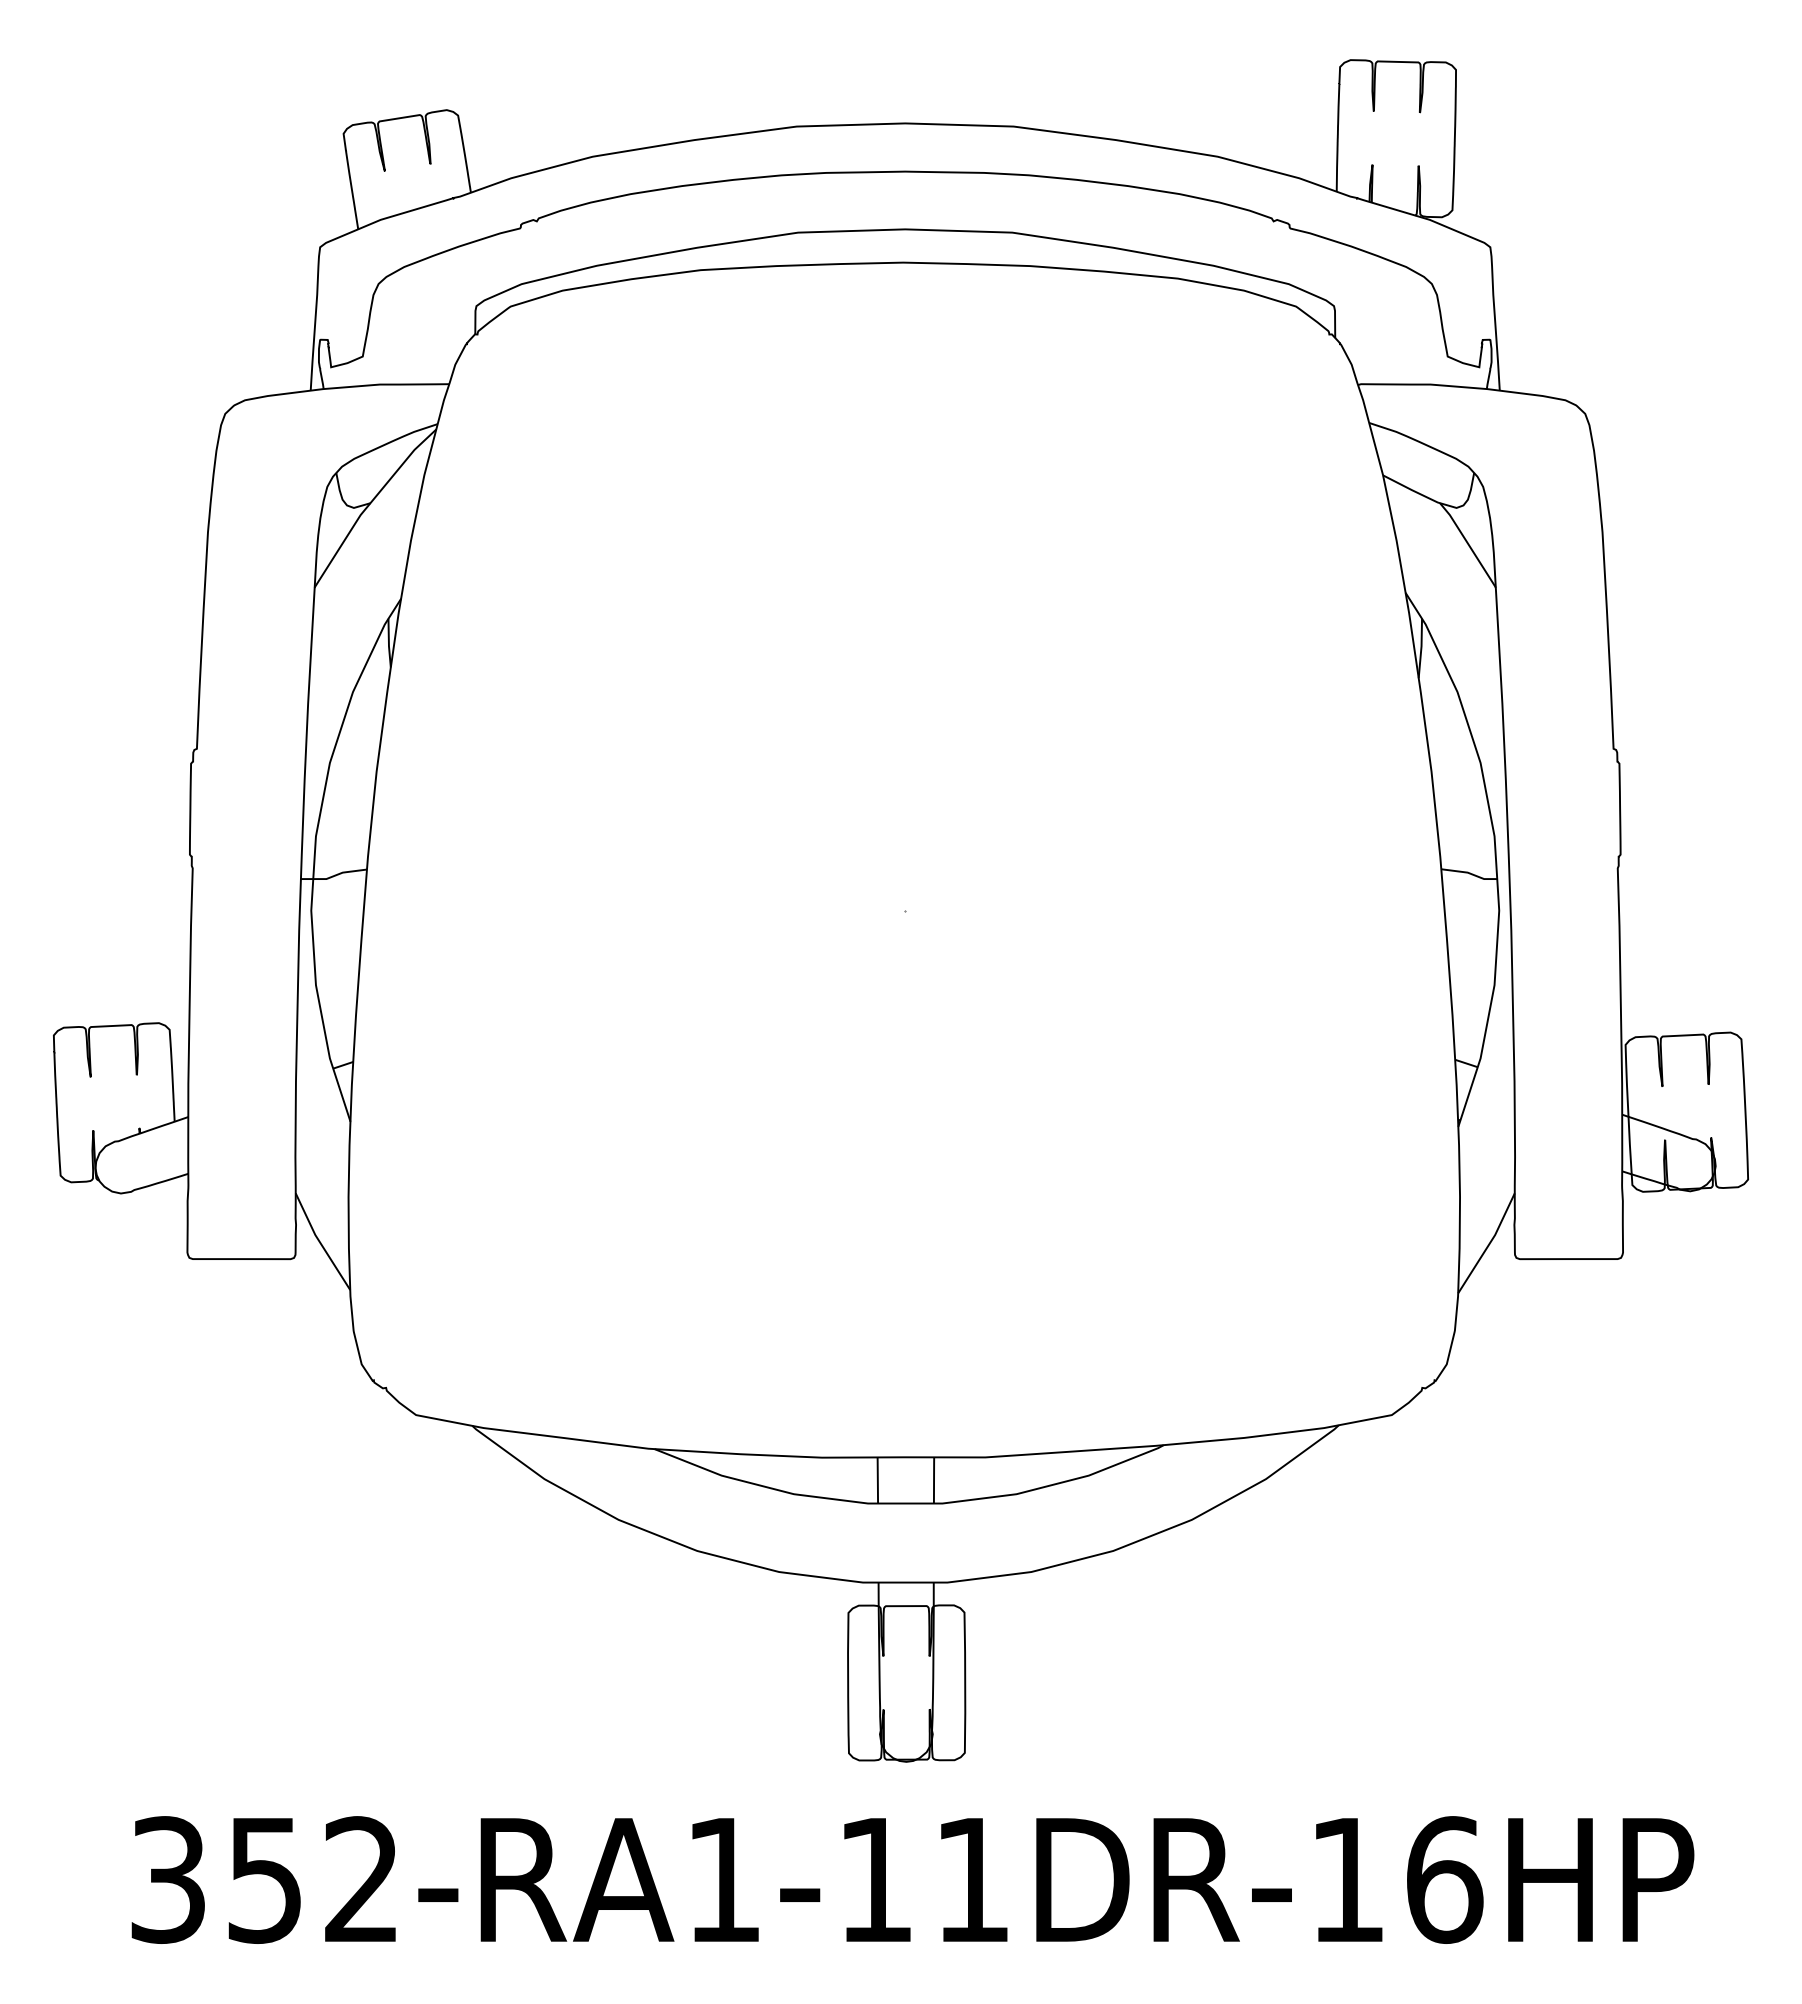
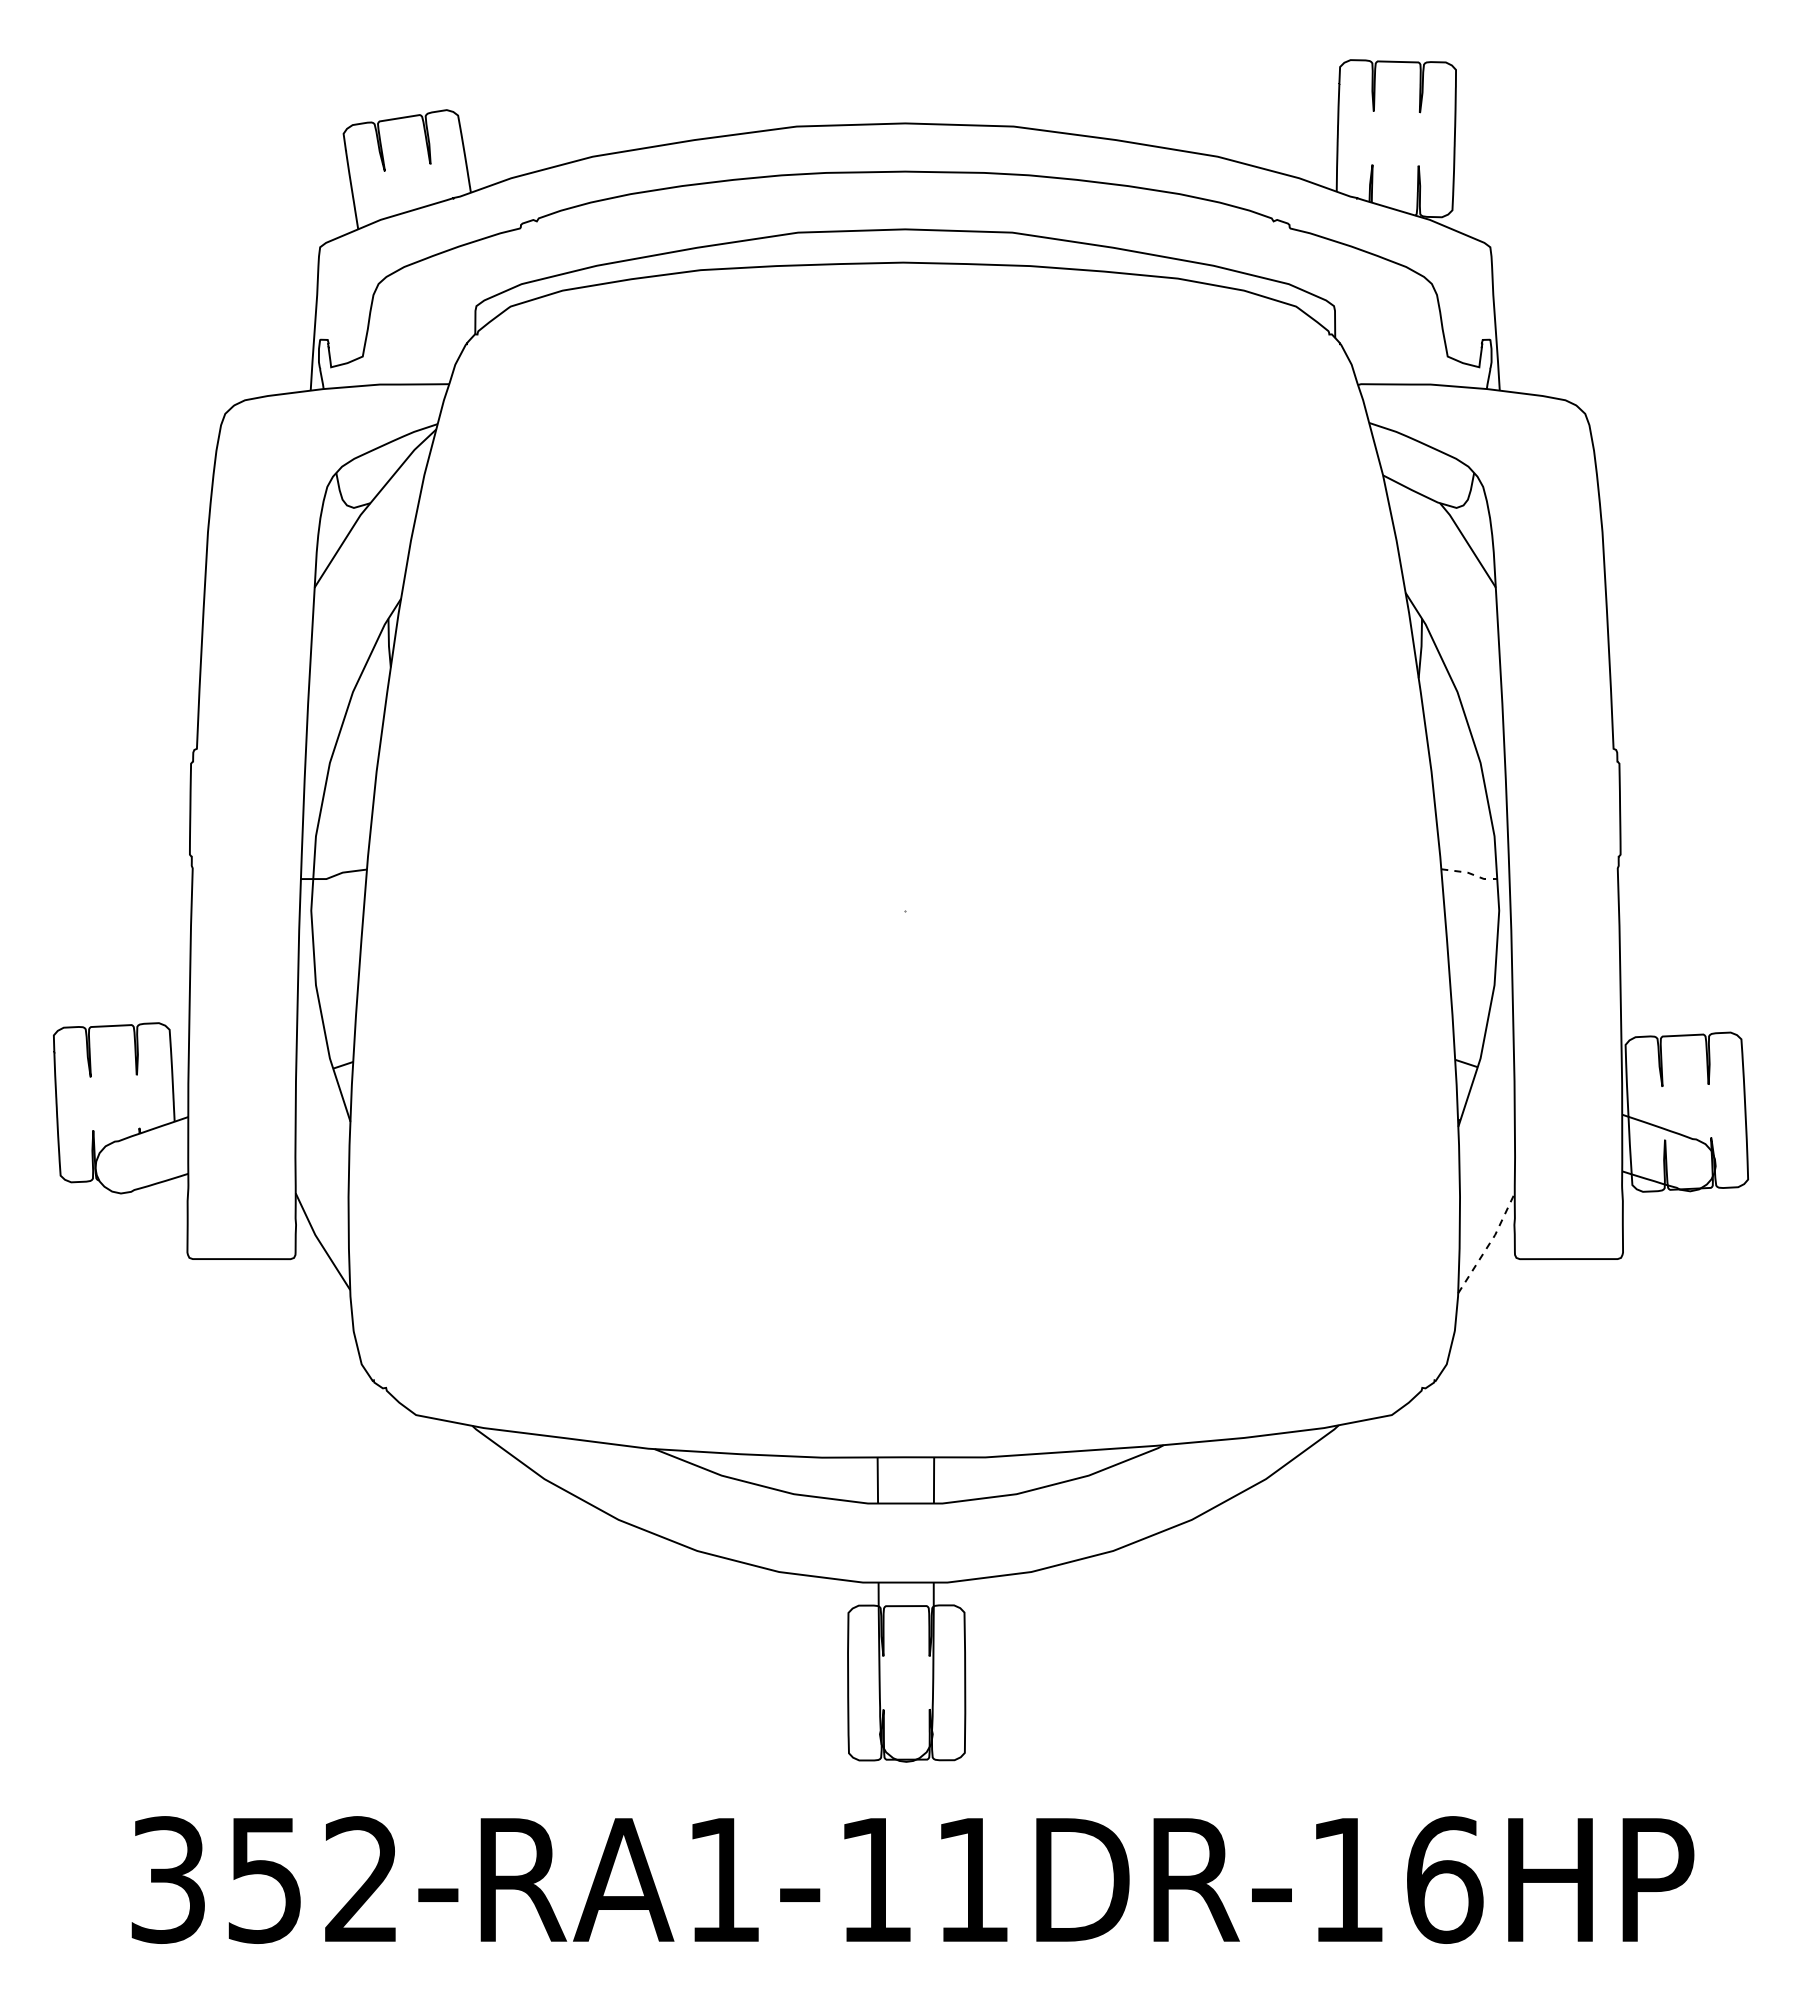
line at (1470, 873): solid -> dashed
line at (1489, 1244): solid -> dashed
